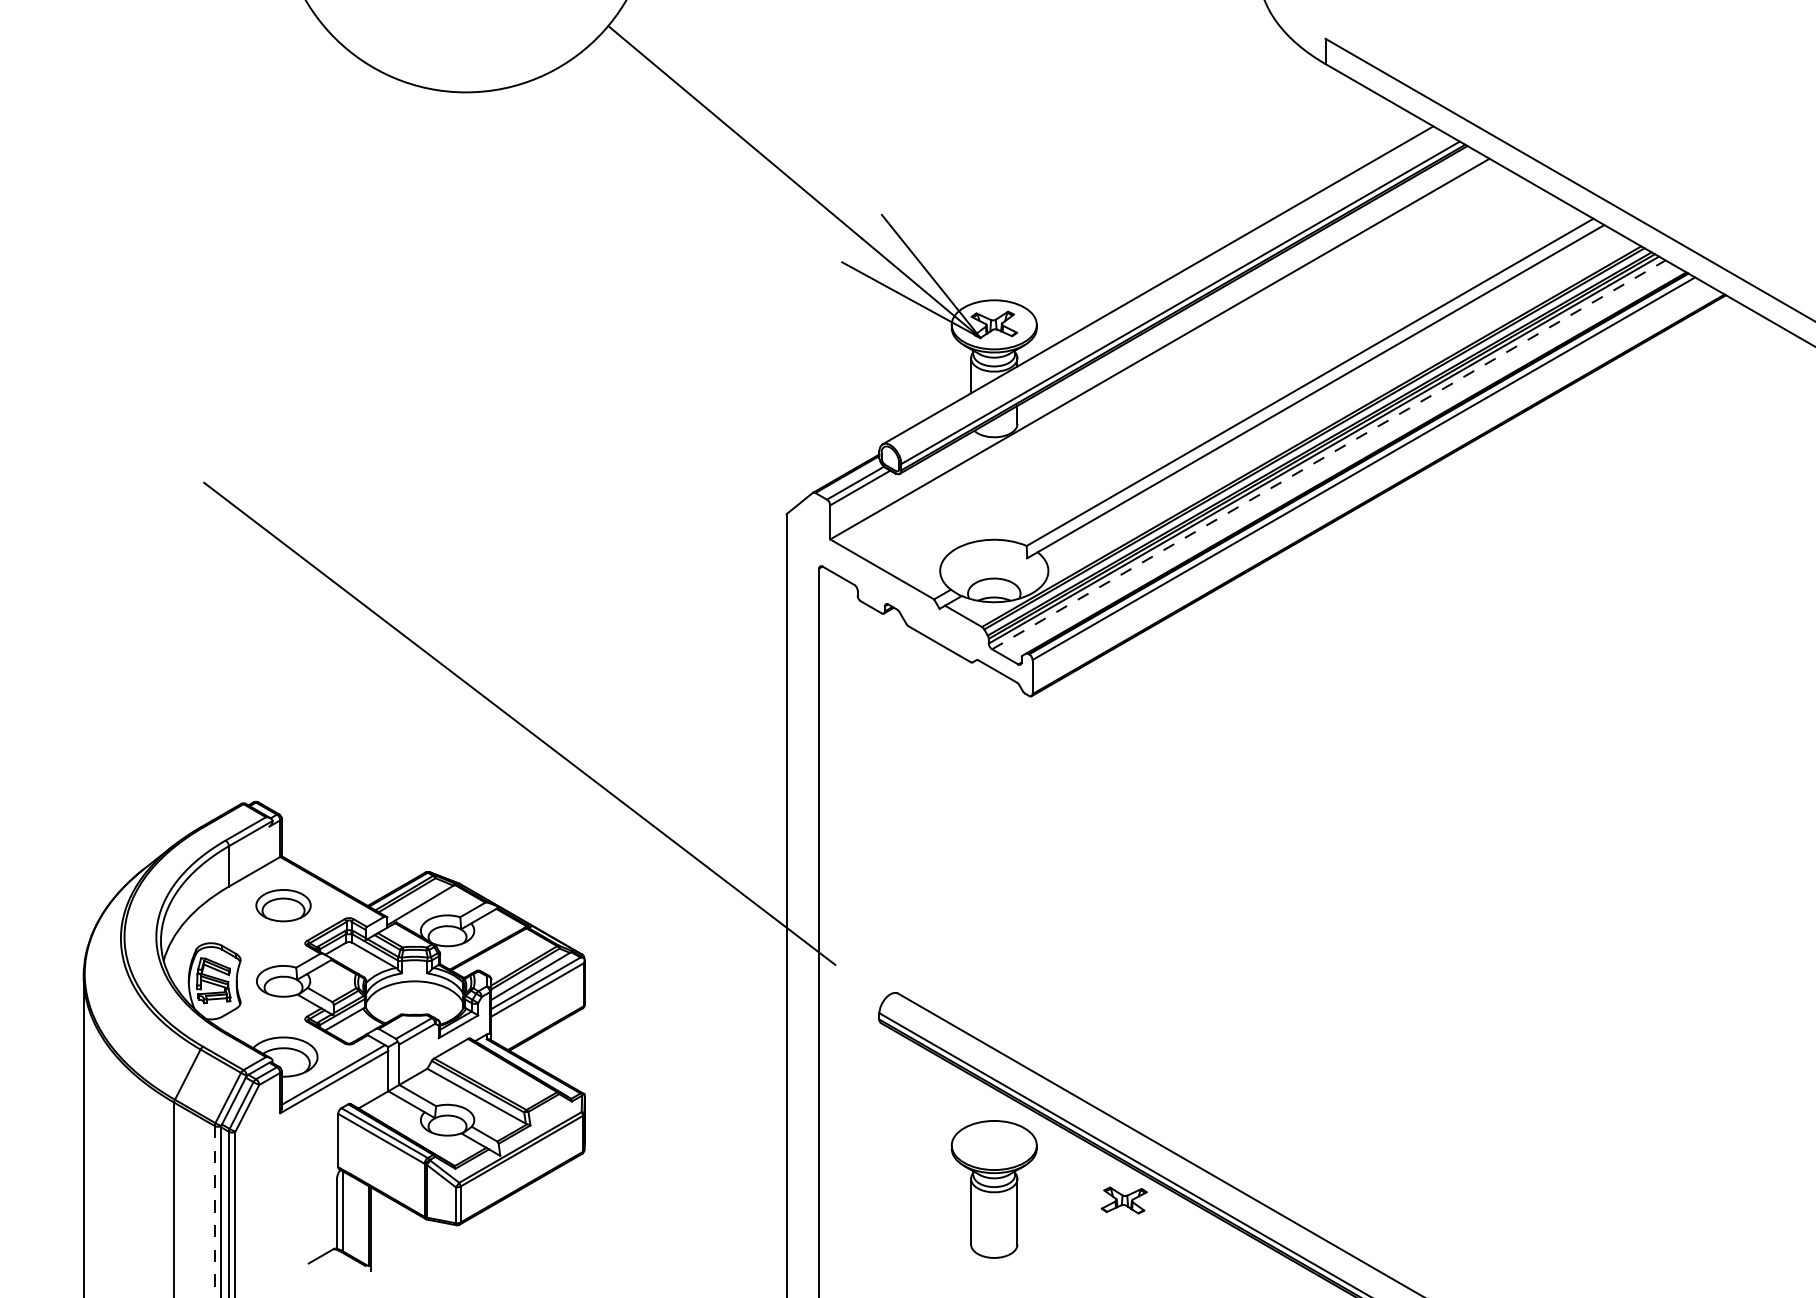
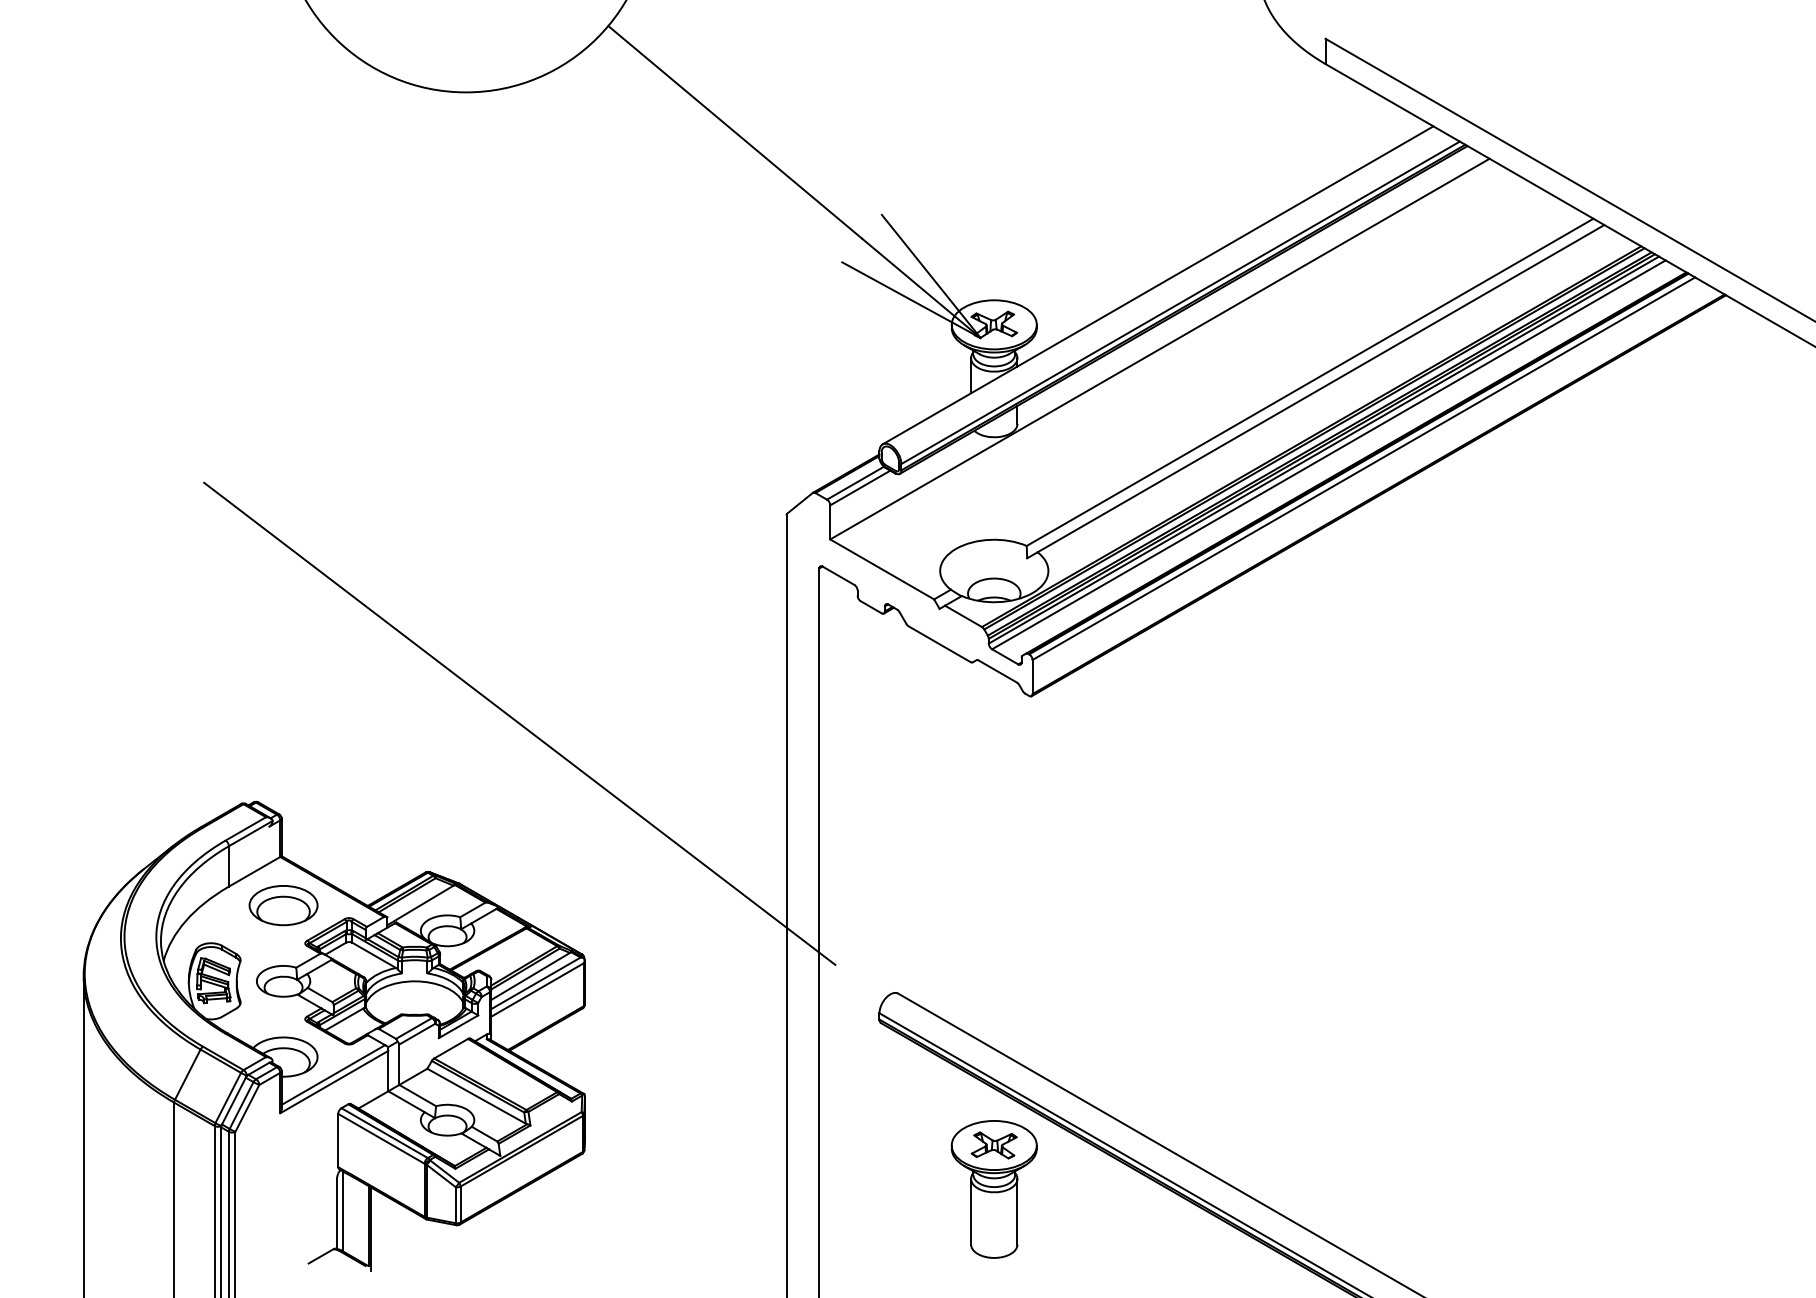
line at (1328, 454): dashed -> solid
part at (283, 905) size: 57x34 px -> 71x42 px
part at (1123, 1200) position: (1123, 1200) -> (993, 1145)
line at (214, 1211): dashed -> solid
